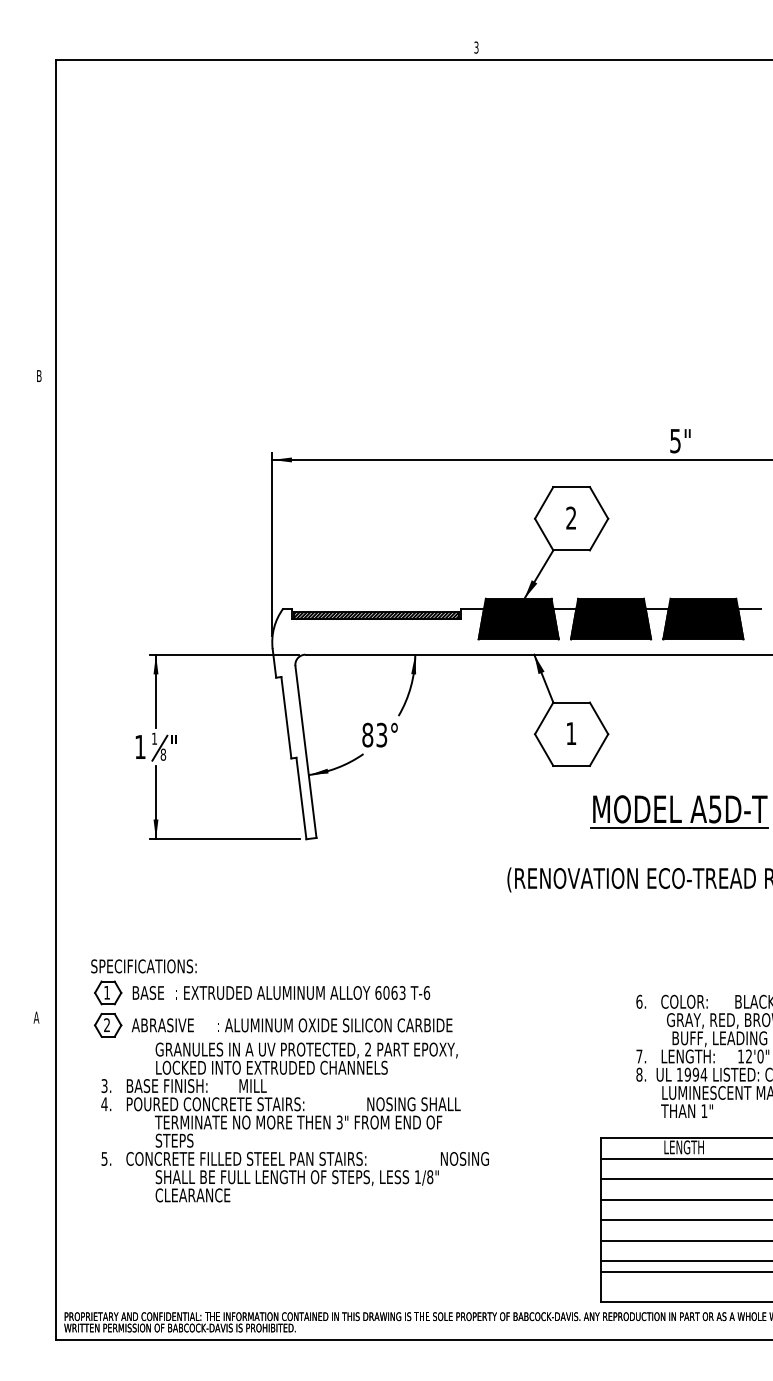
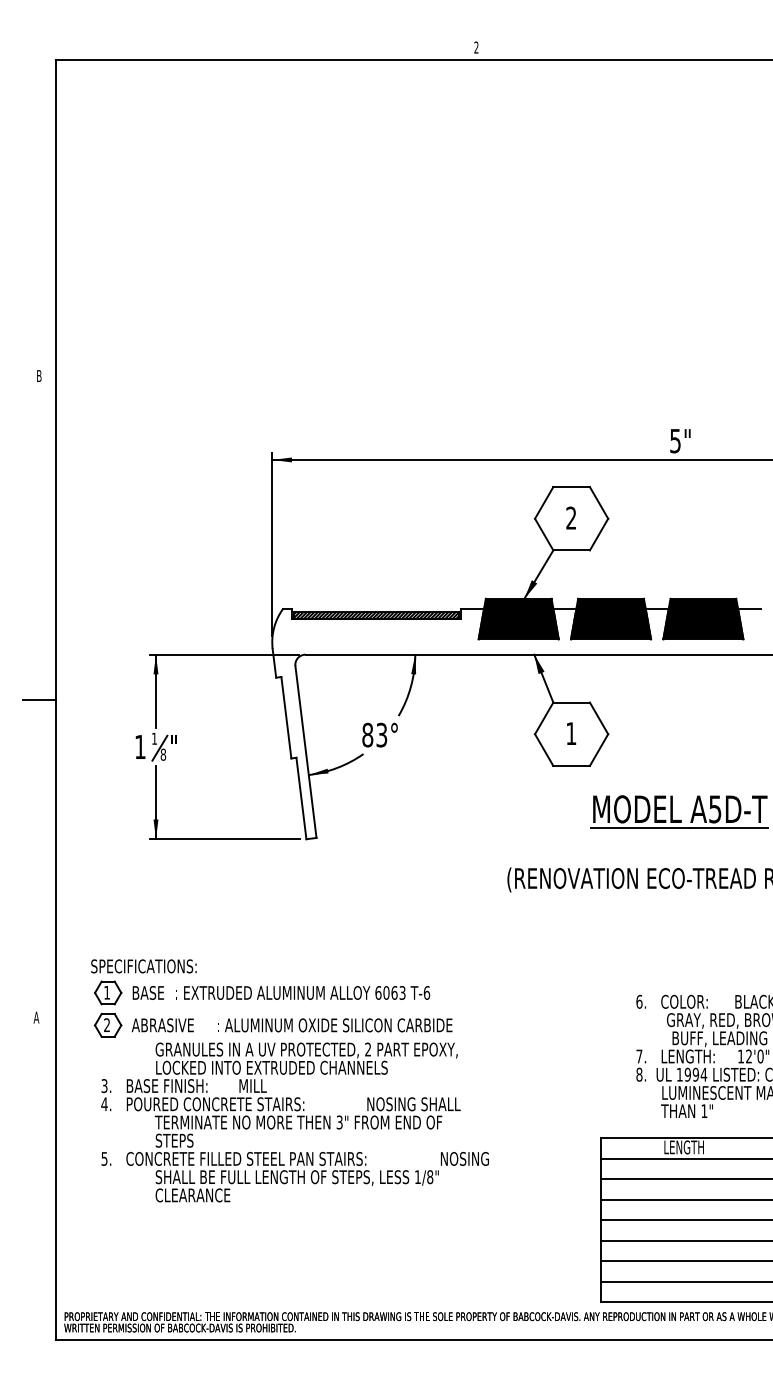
text at (476, 47): 3 -> 2
line at (39, 699): none -> present
line at (684, 1271) position: (684, 1271) -> (684, 1281)
